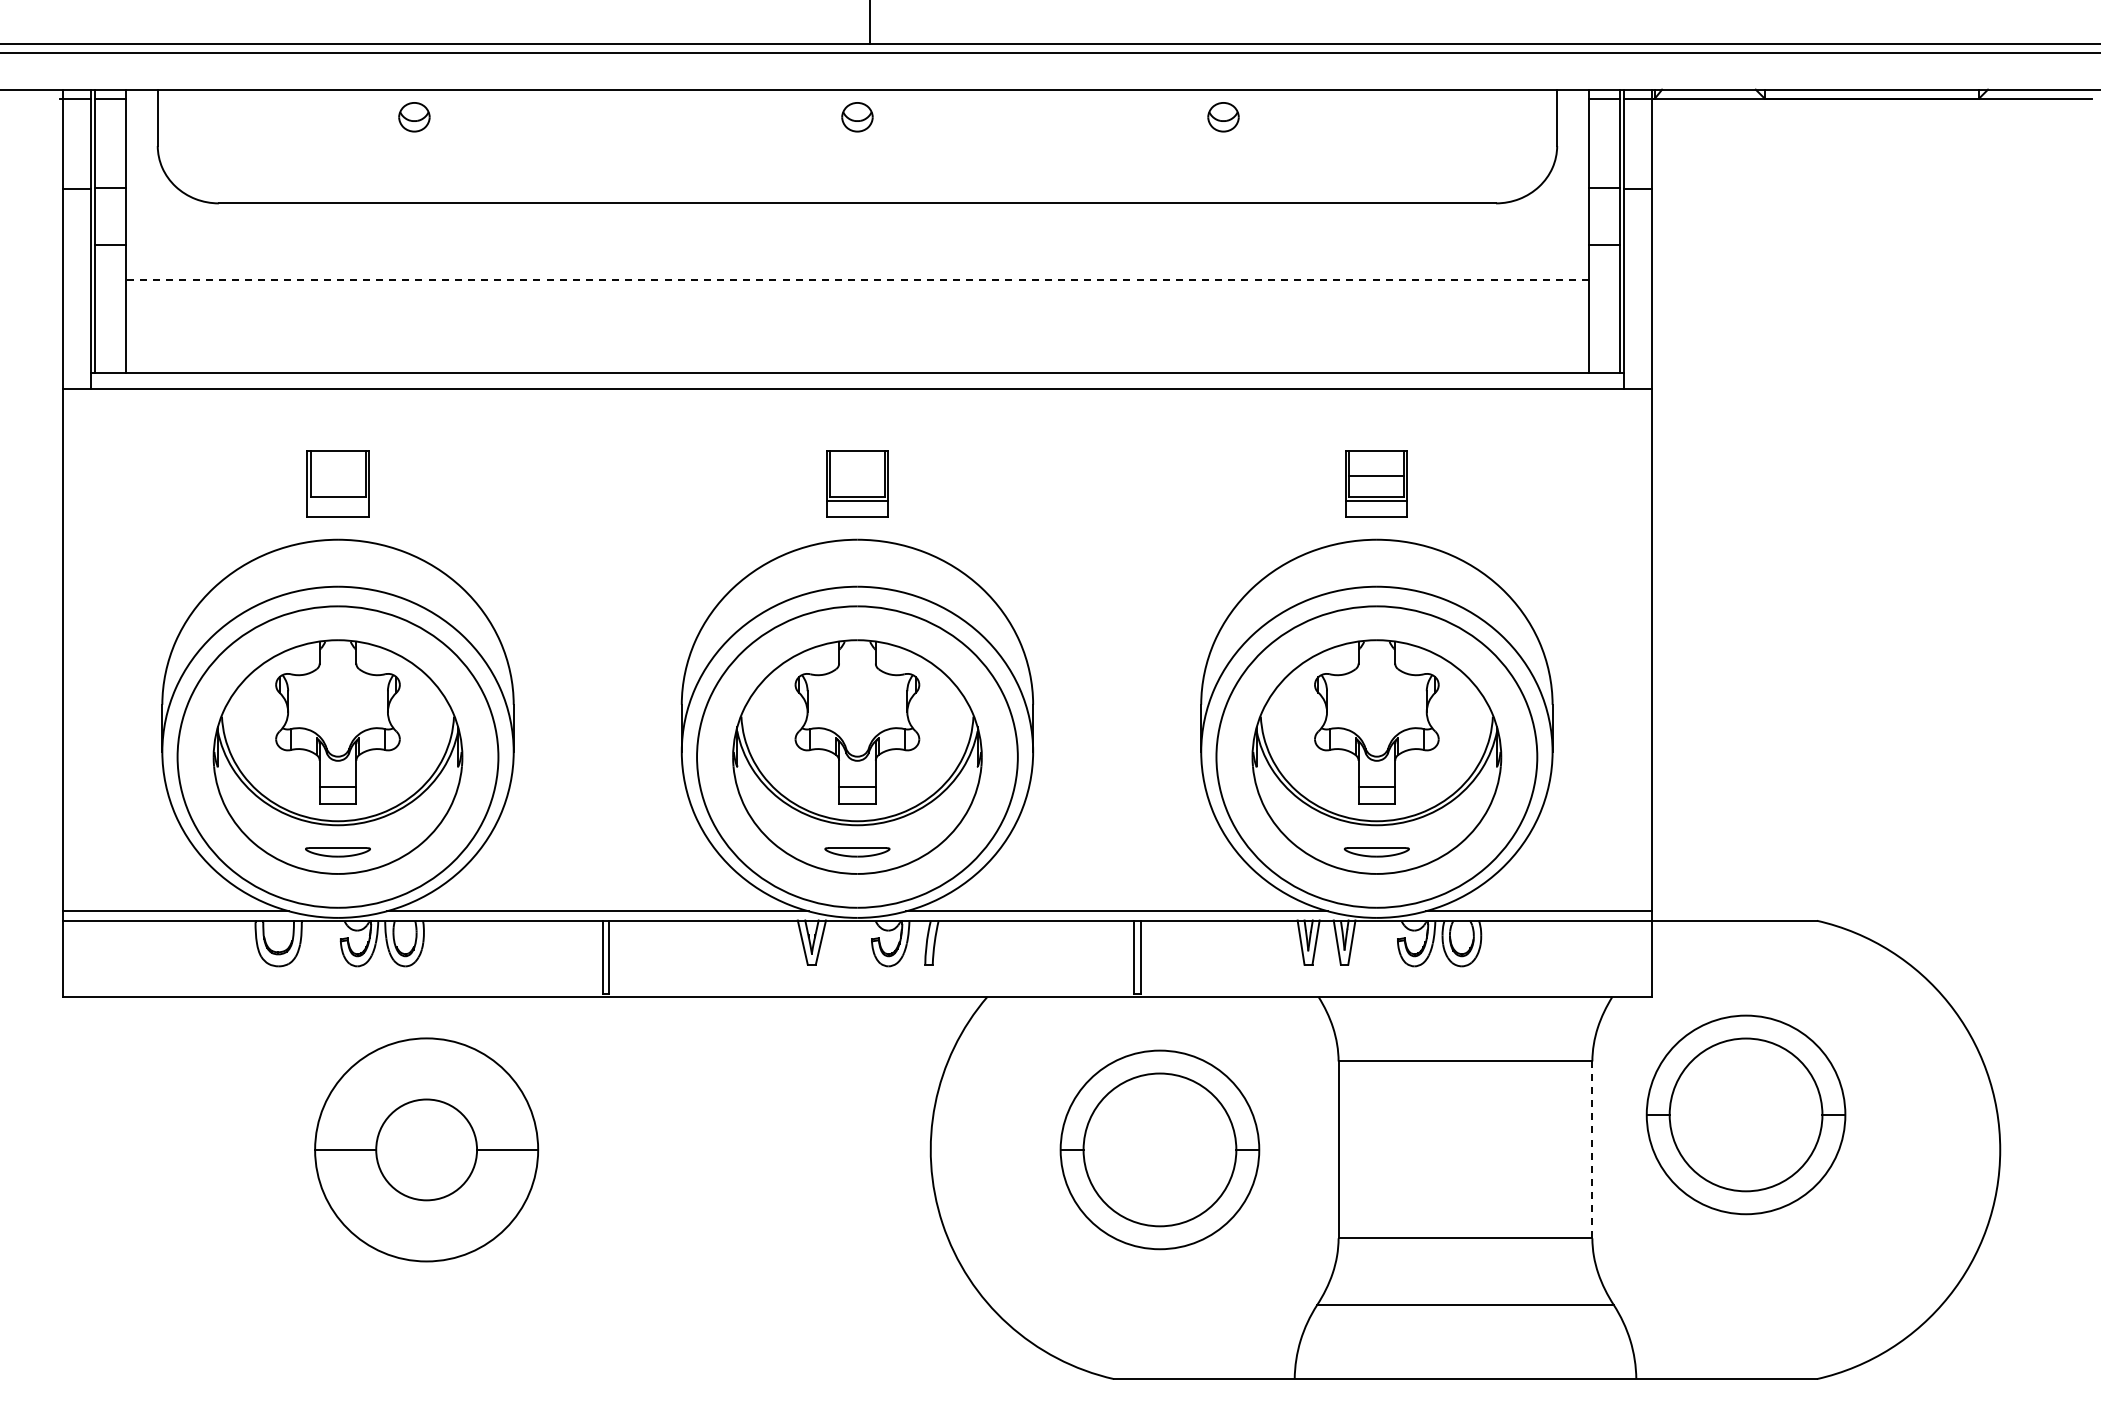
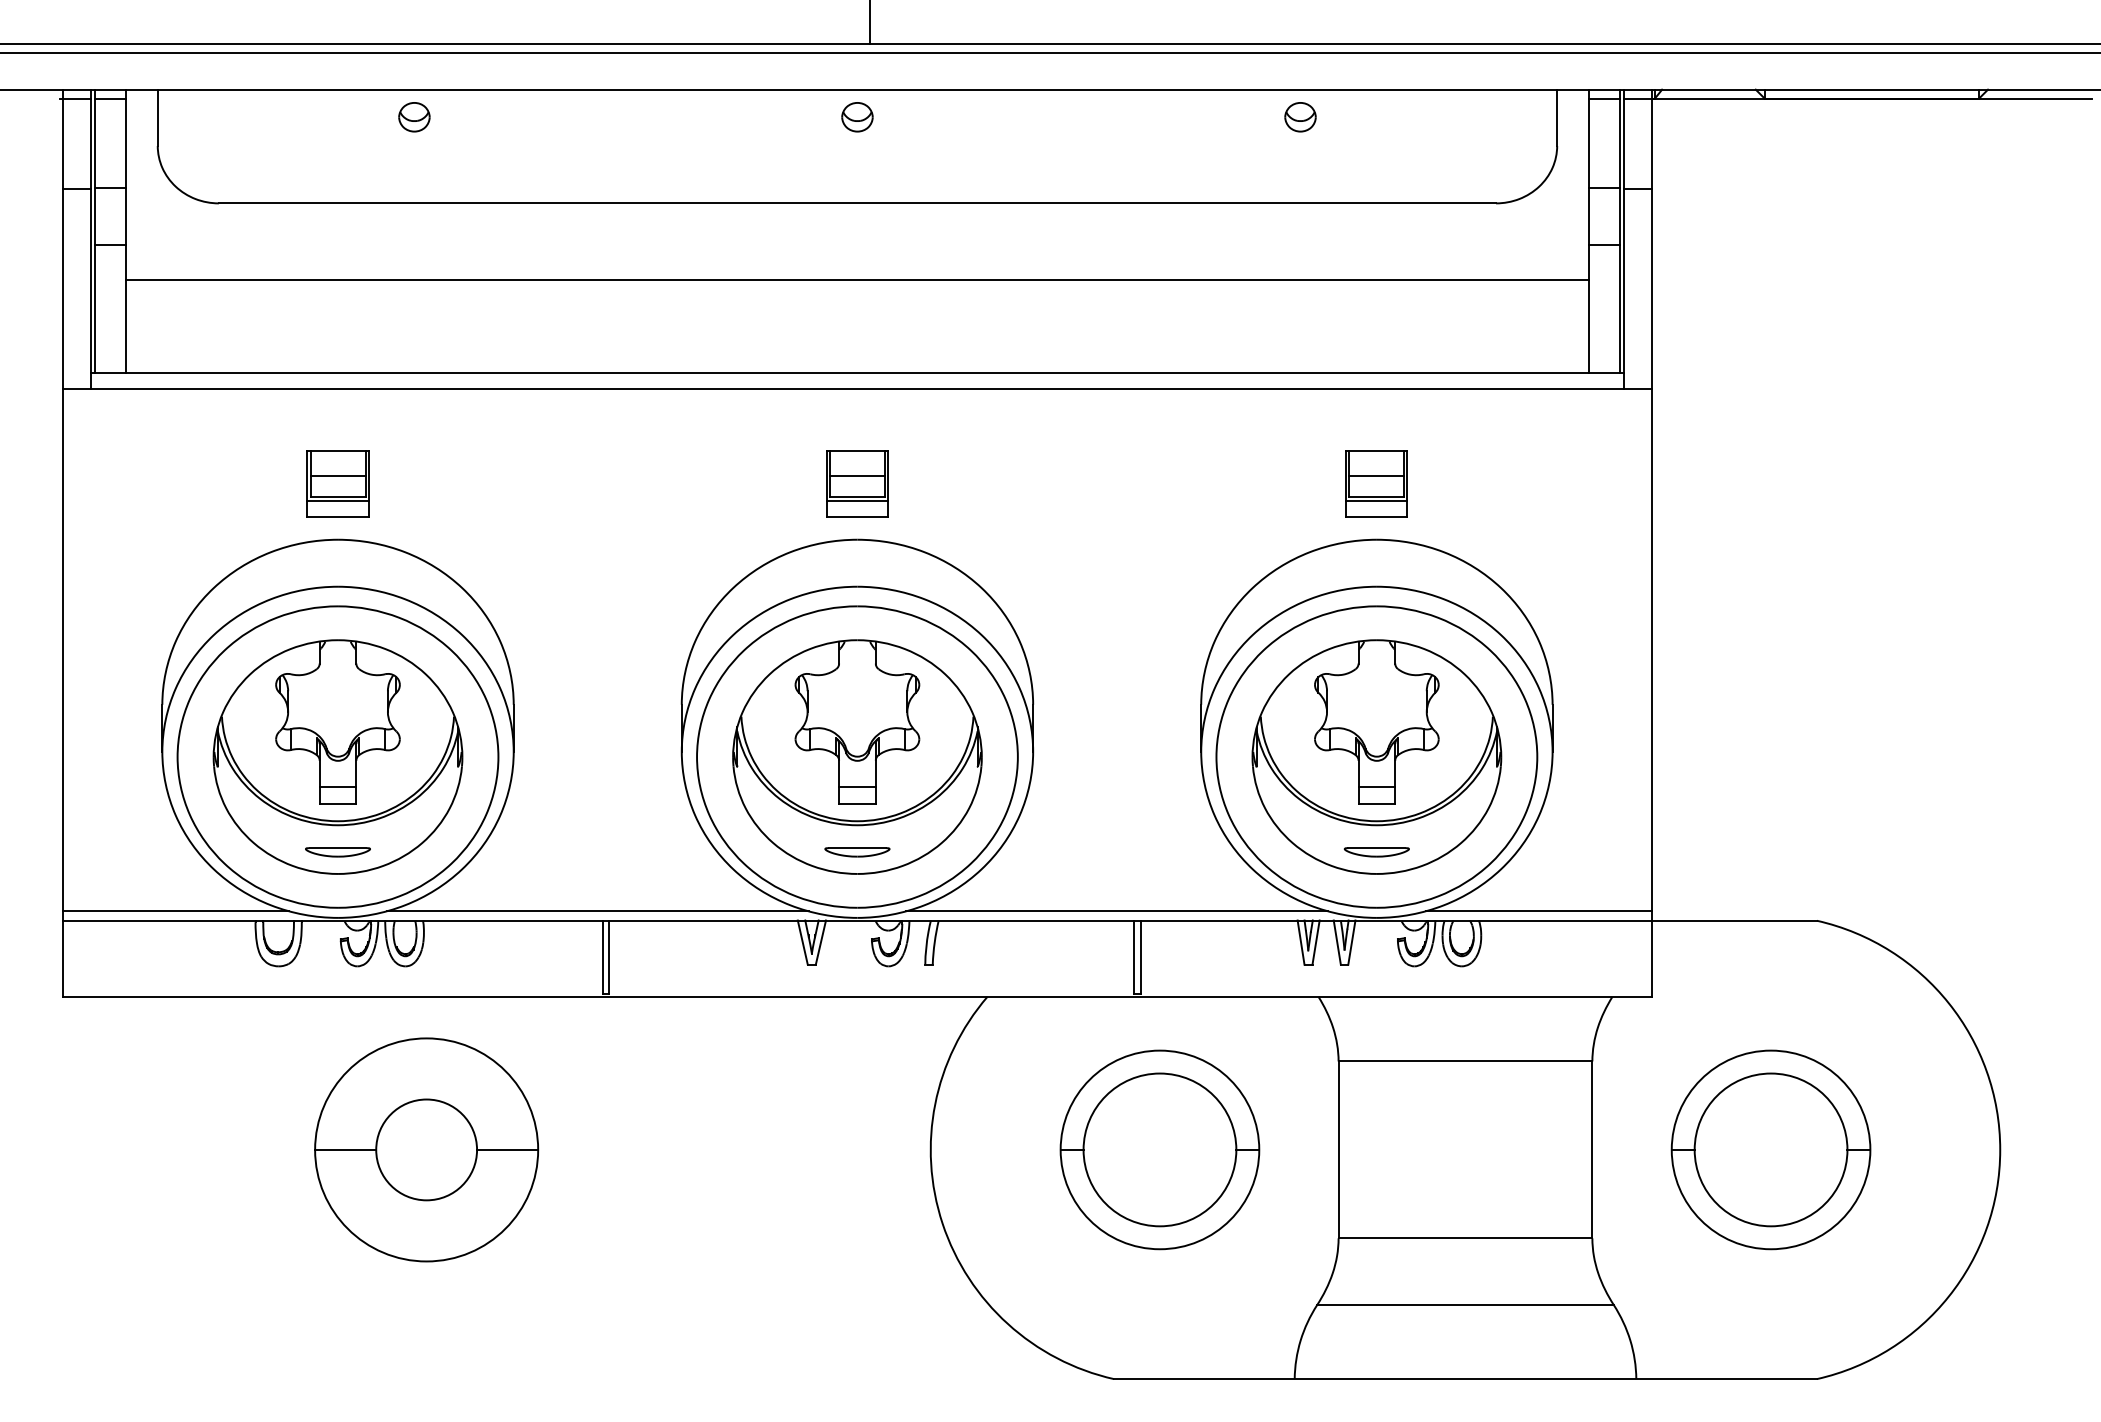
part at (1223, 117) position: (1223, 117) -> (1300, 117)
line at (857, 280): dashed -> solid
line at (337, 476): none -> present
line at (856, 476): none -> present
line at (337, 501): none -> present
part at (1745, 1114) position: (1745, 1114) -> (1770, 1149)
line at (1592, 1149): dashed -> solid
